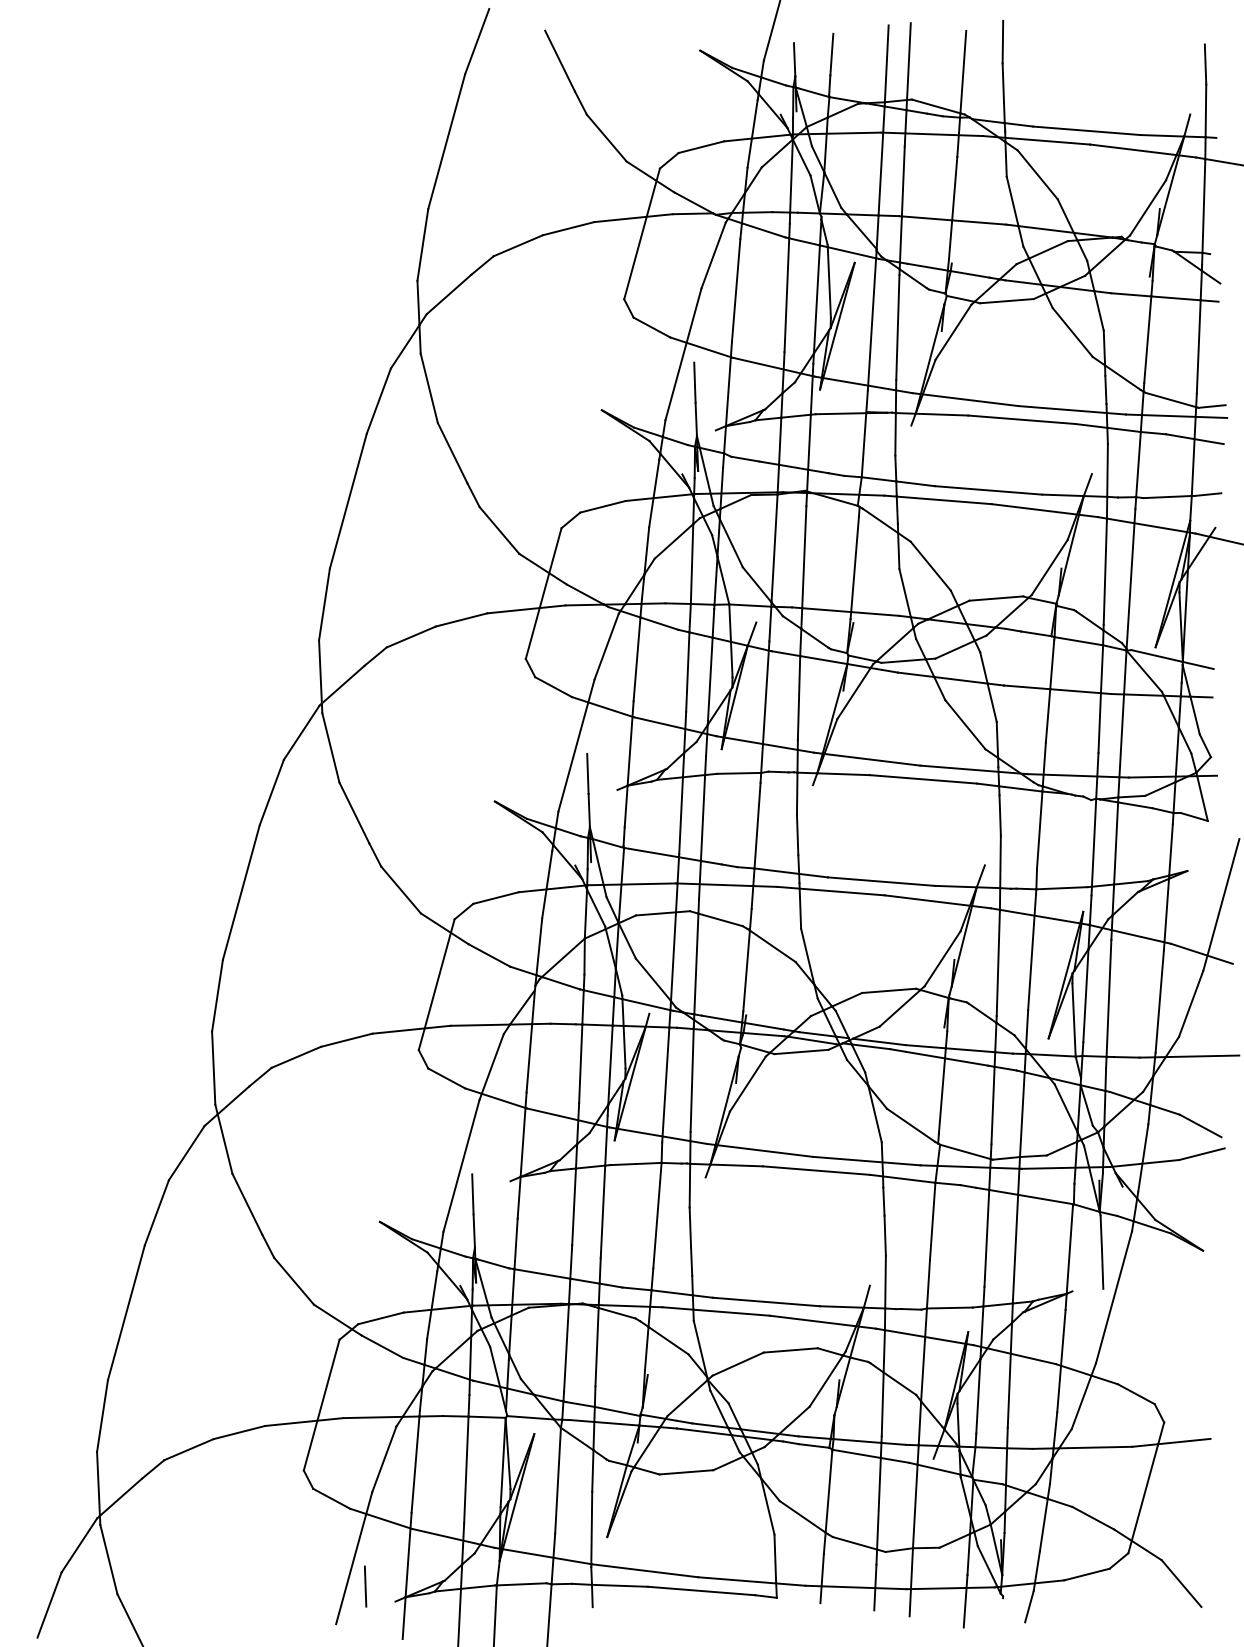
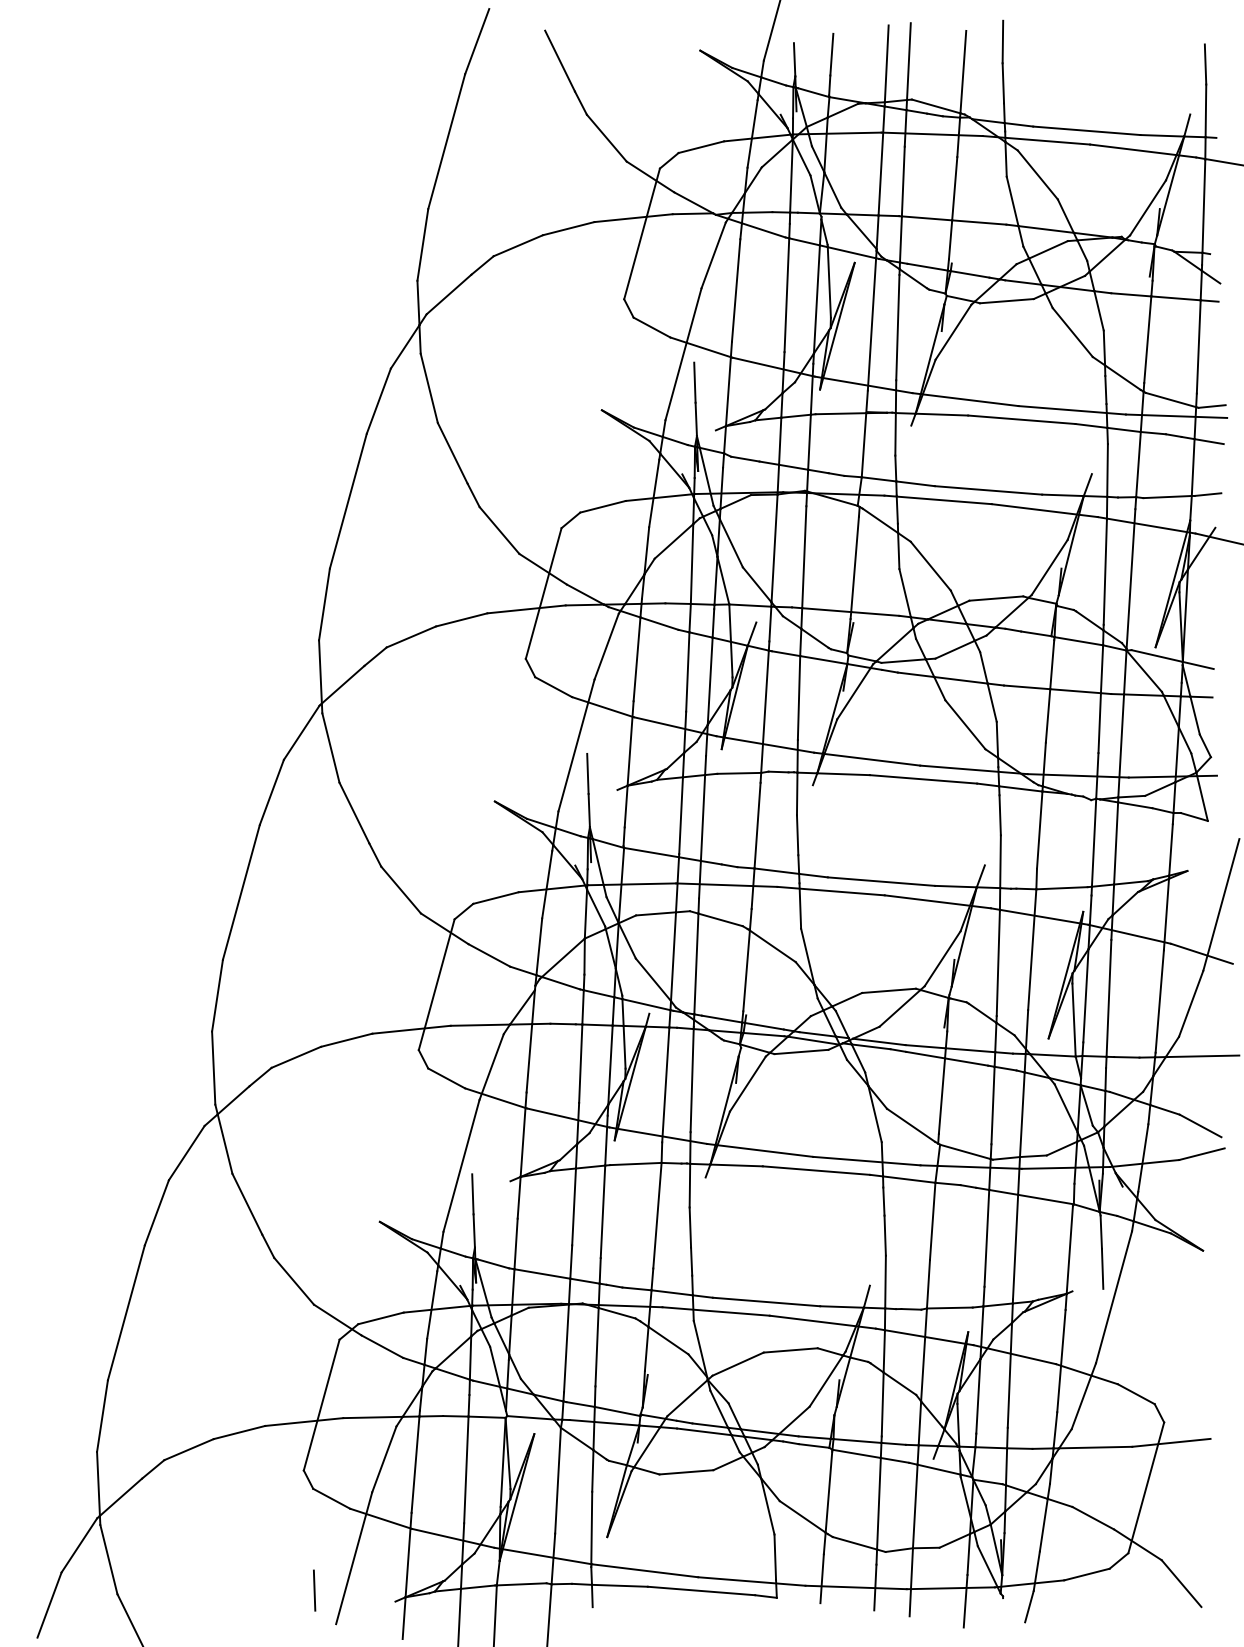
line at (365, 1586) position: (365, 1586) -> (314, 1590)
